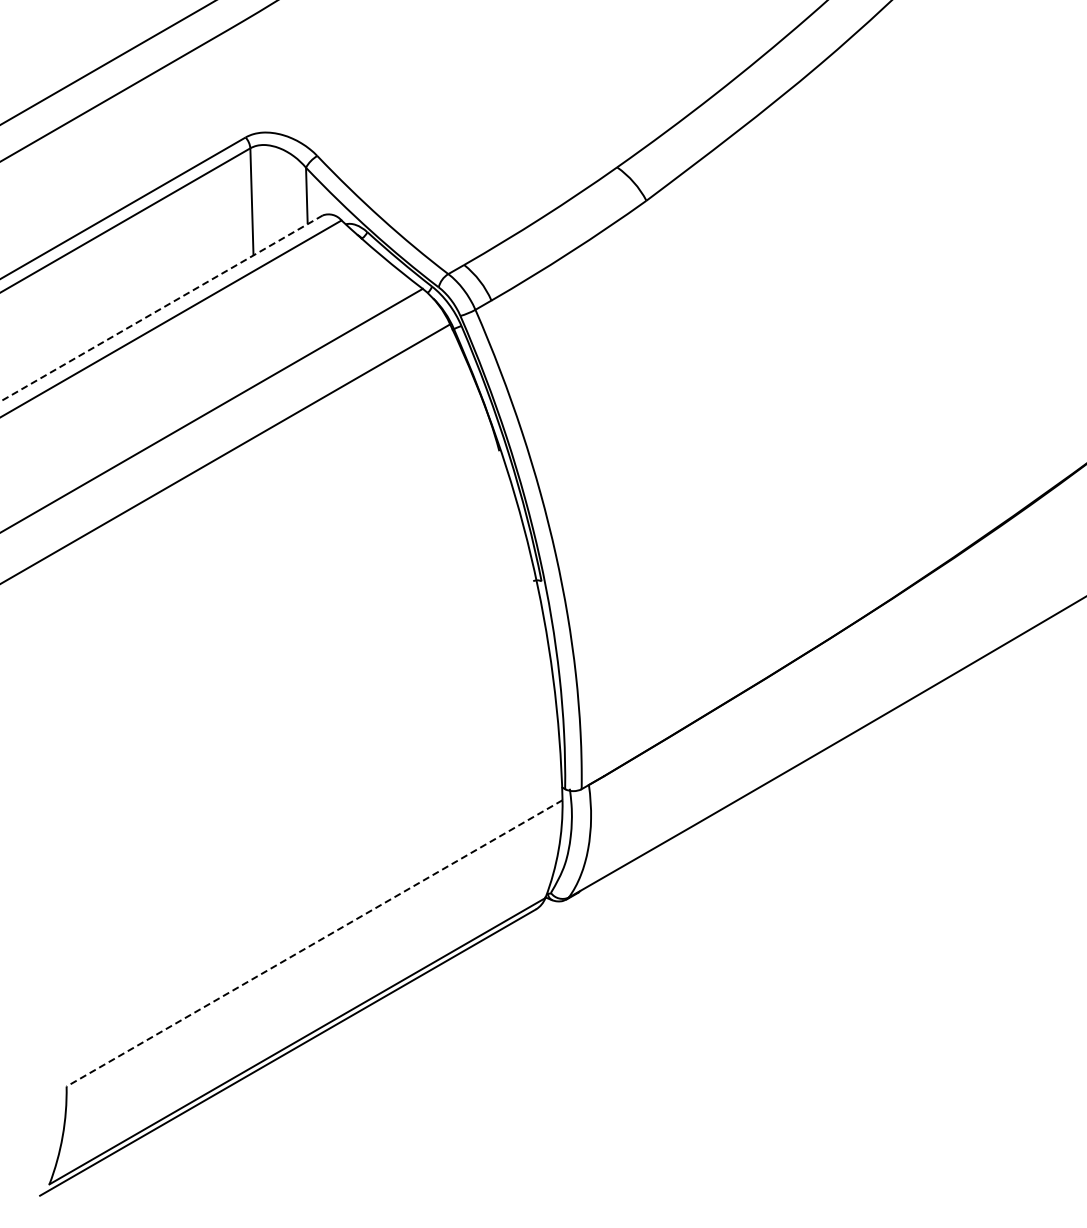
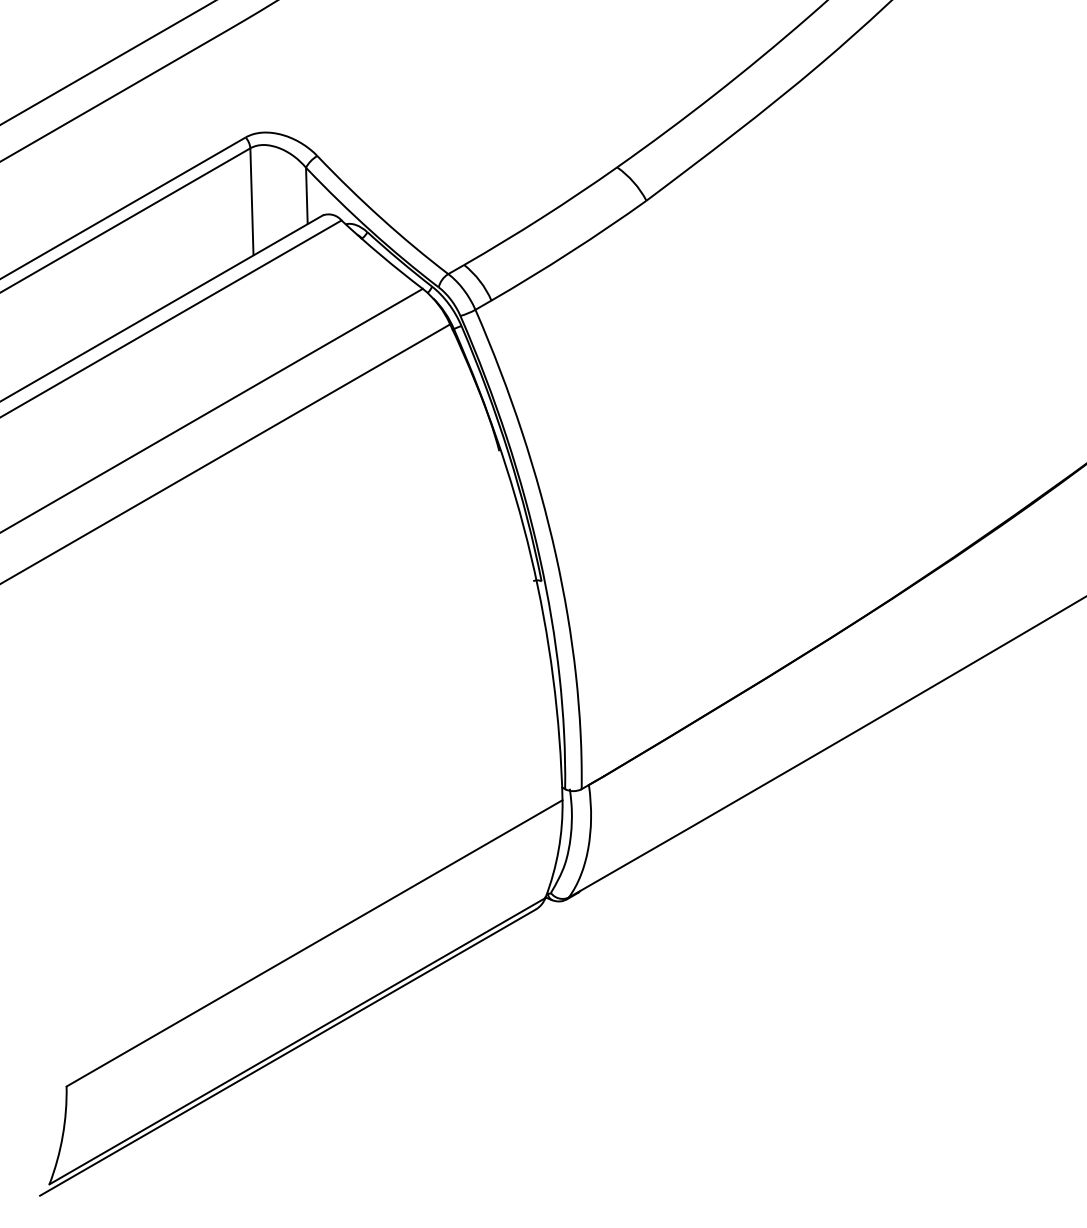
line at (161, 308): dashed -> solid
line at (314, 943): dashed -> solid
